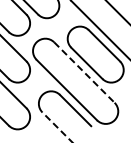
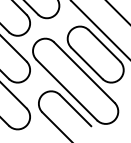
line at (84, 72): dashed -> solid
line at (57, 127): dashed -> solid
